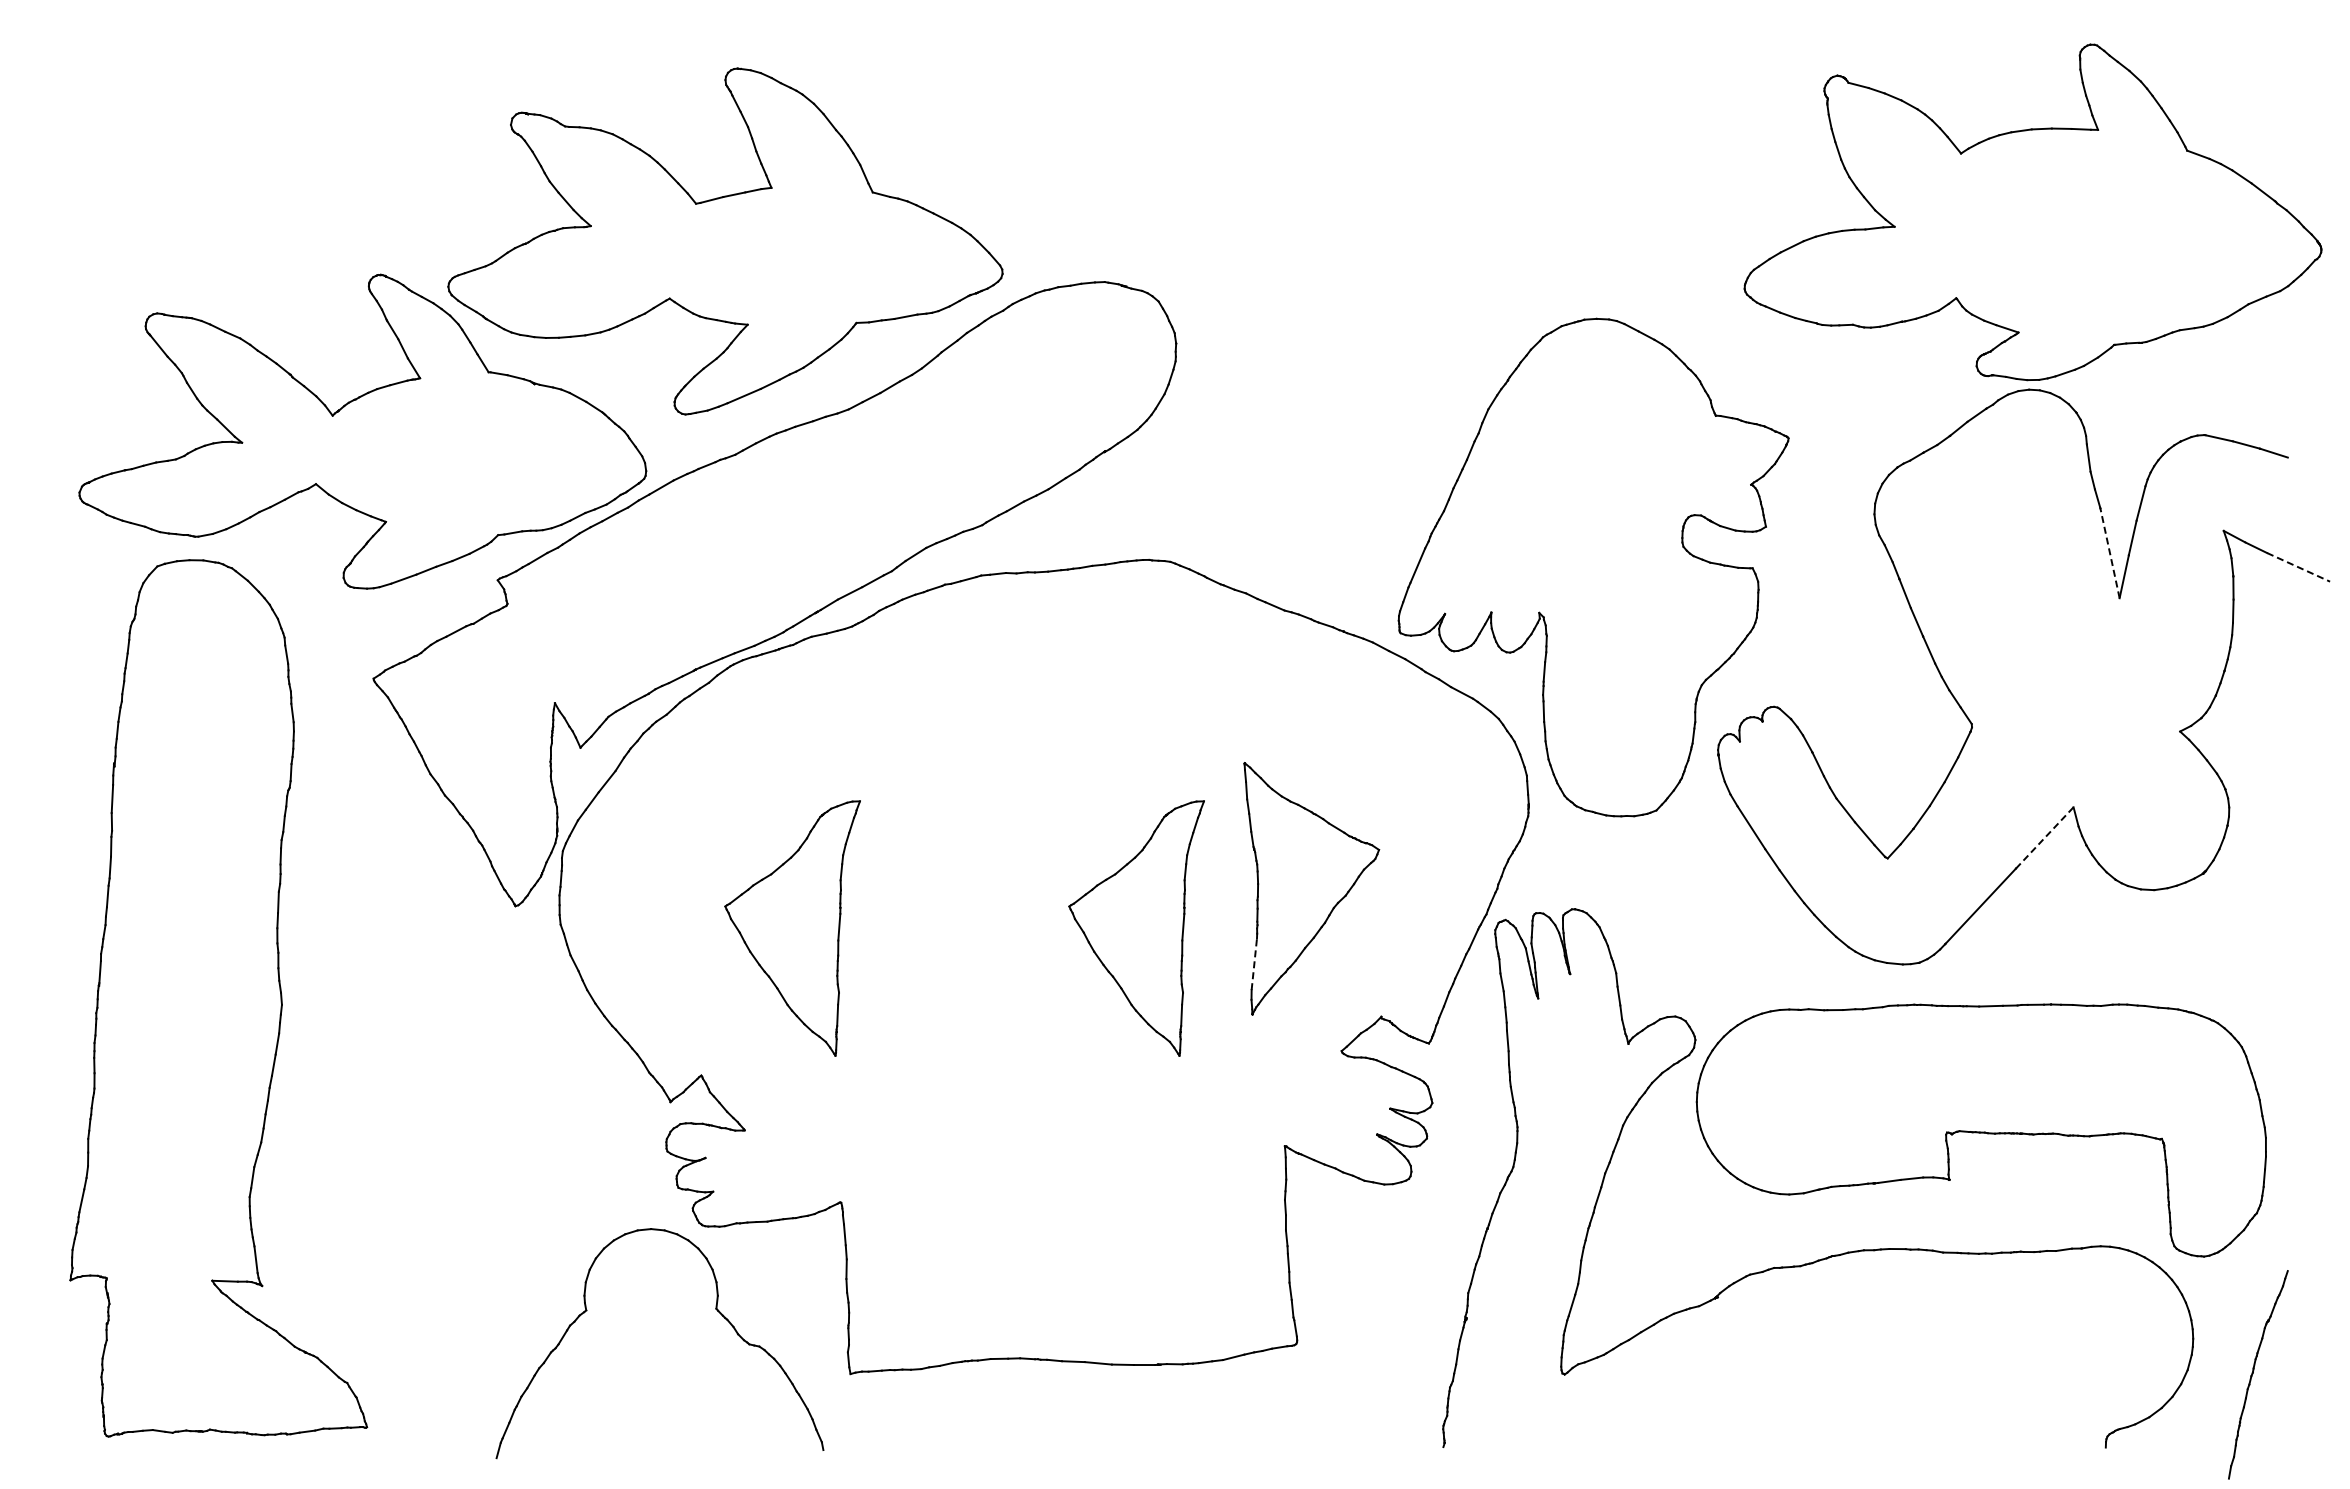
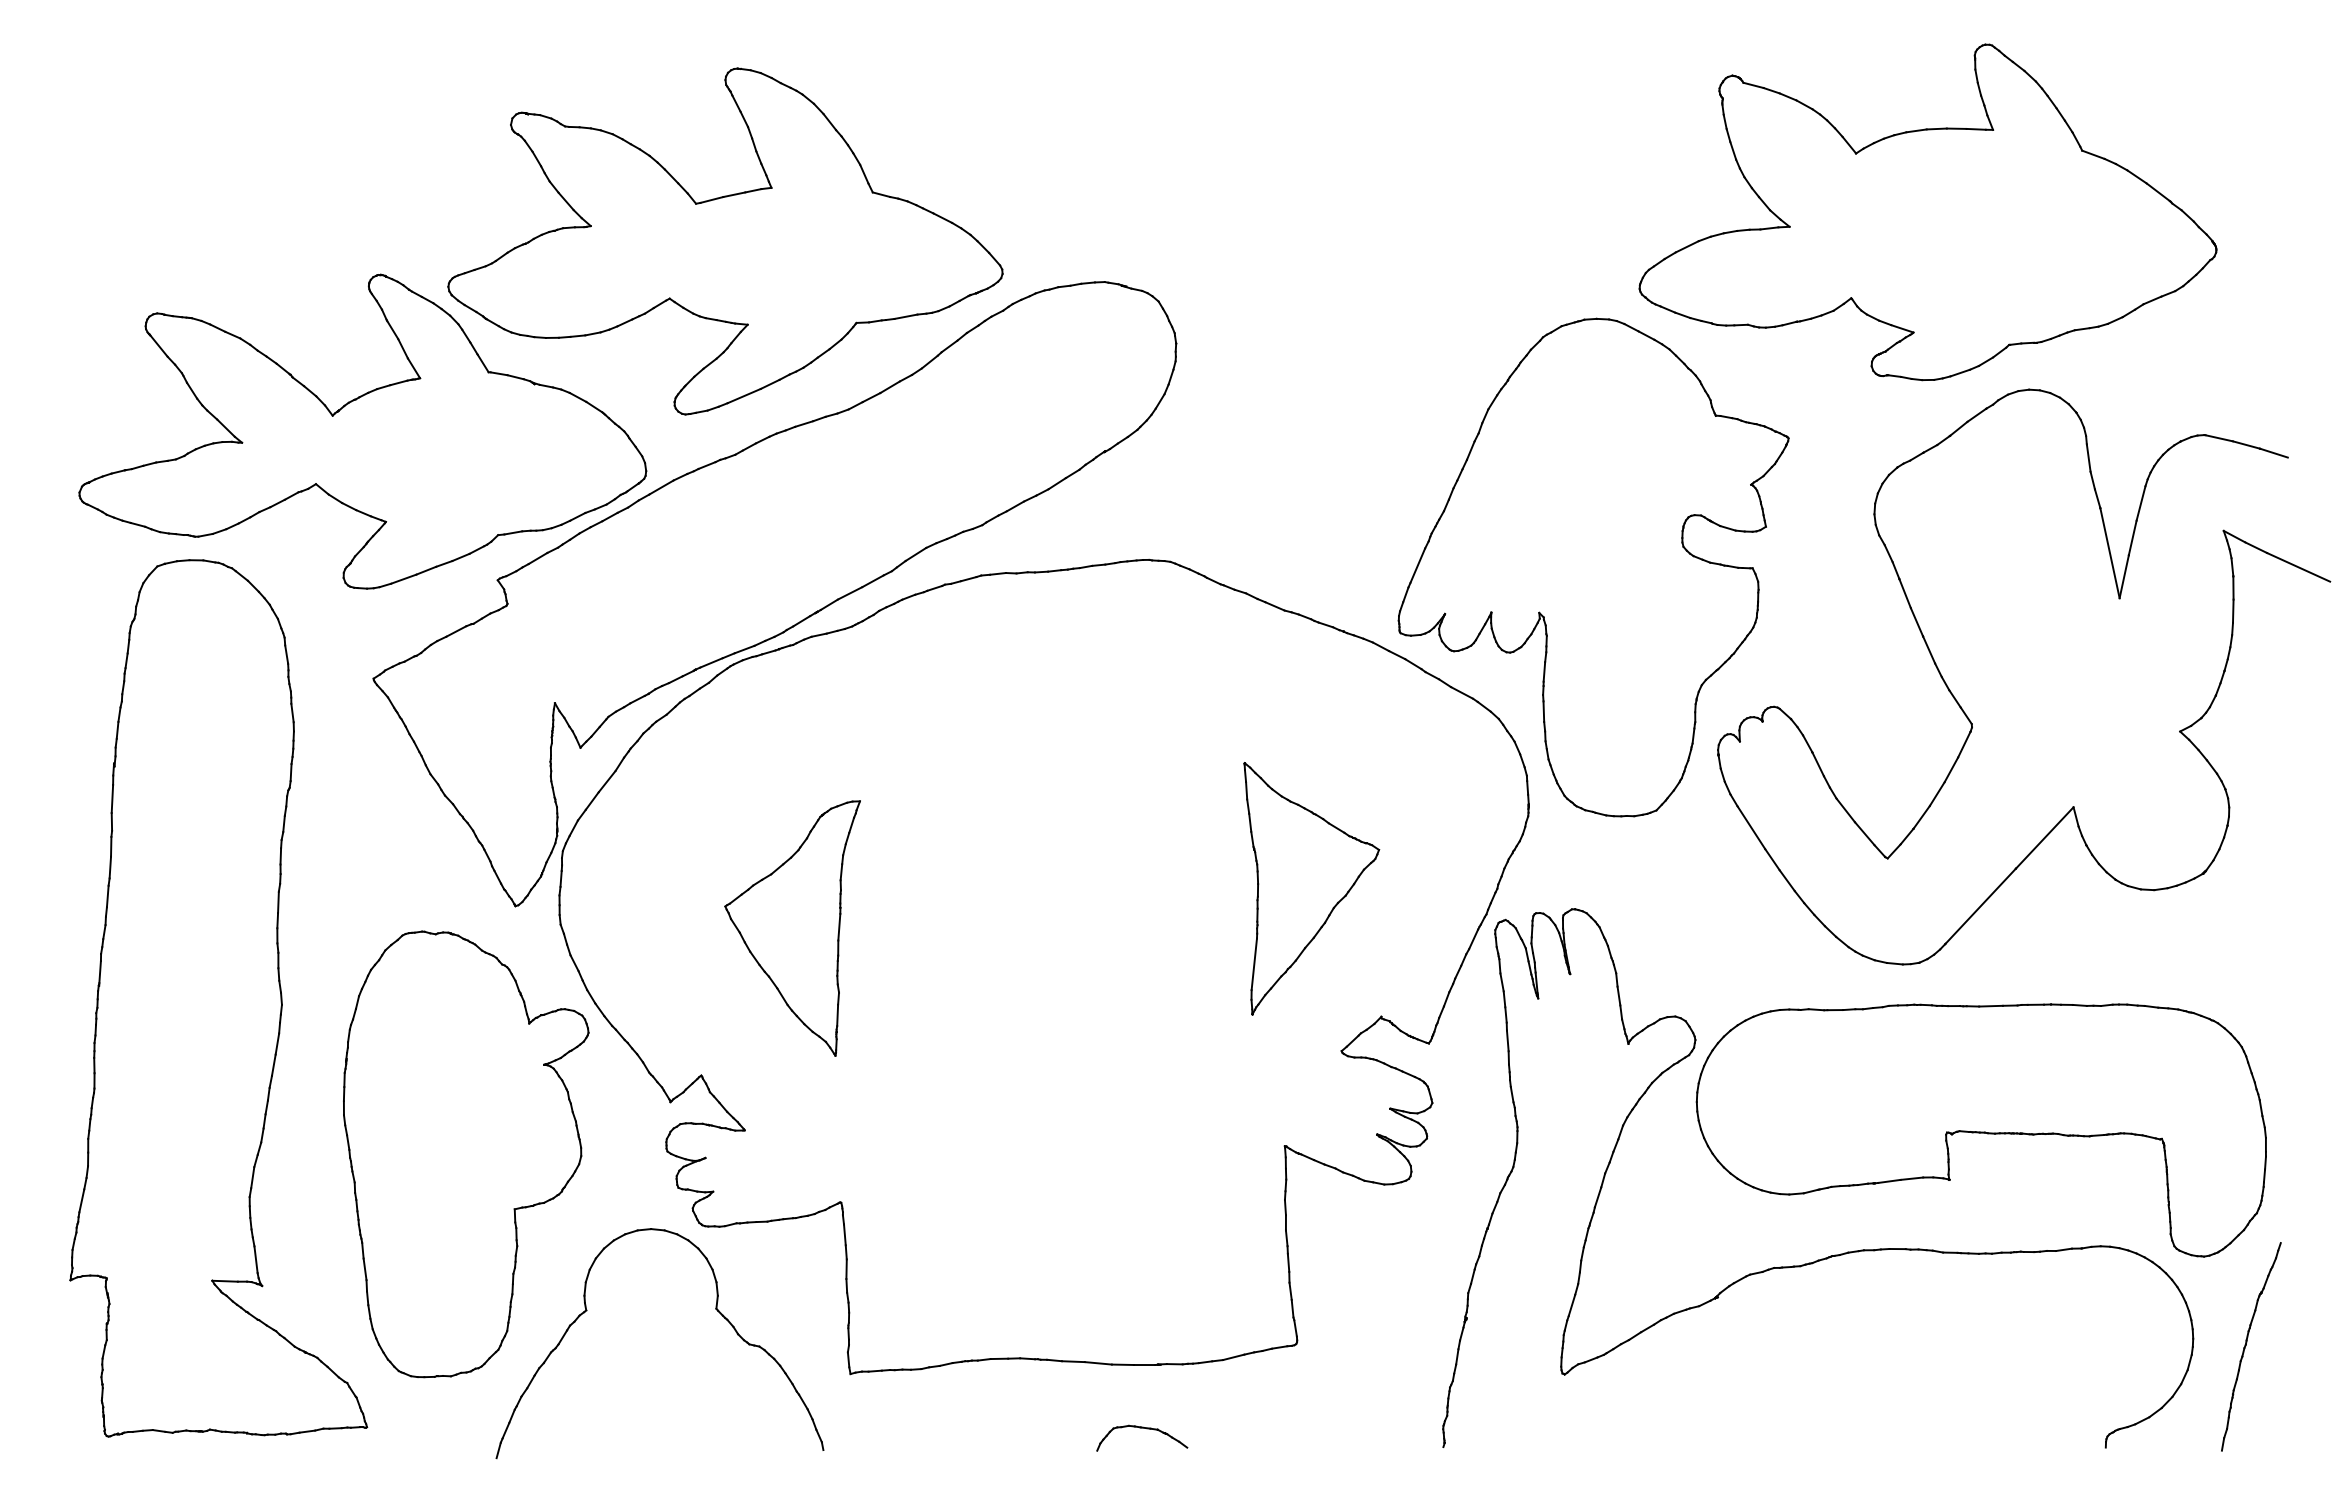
part at (2032, 212) position: (2032, 212) -> (1927, 212)
line at (2110, 553): dashed -> solid
line at (2298, 567): dashed -> solid
line at (2045, 837): dashed -> solid
part at (1136, 928): present -> none
line at (1254, 964): dashed -> solid
part at (466, 1154): none -> present
part at (2258, 1374) position: (2258, 1374) -> (2251, 1346)
part at (1146, 1429): none -> present
